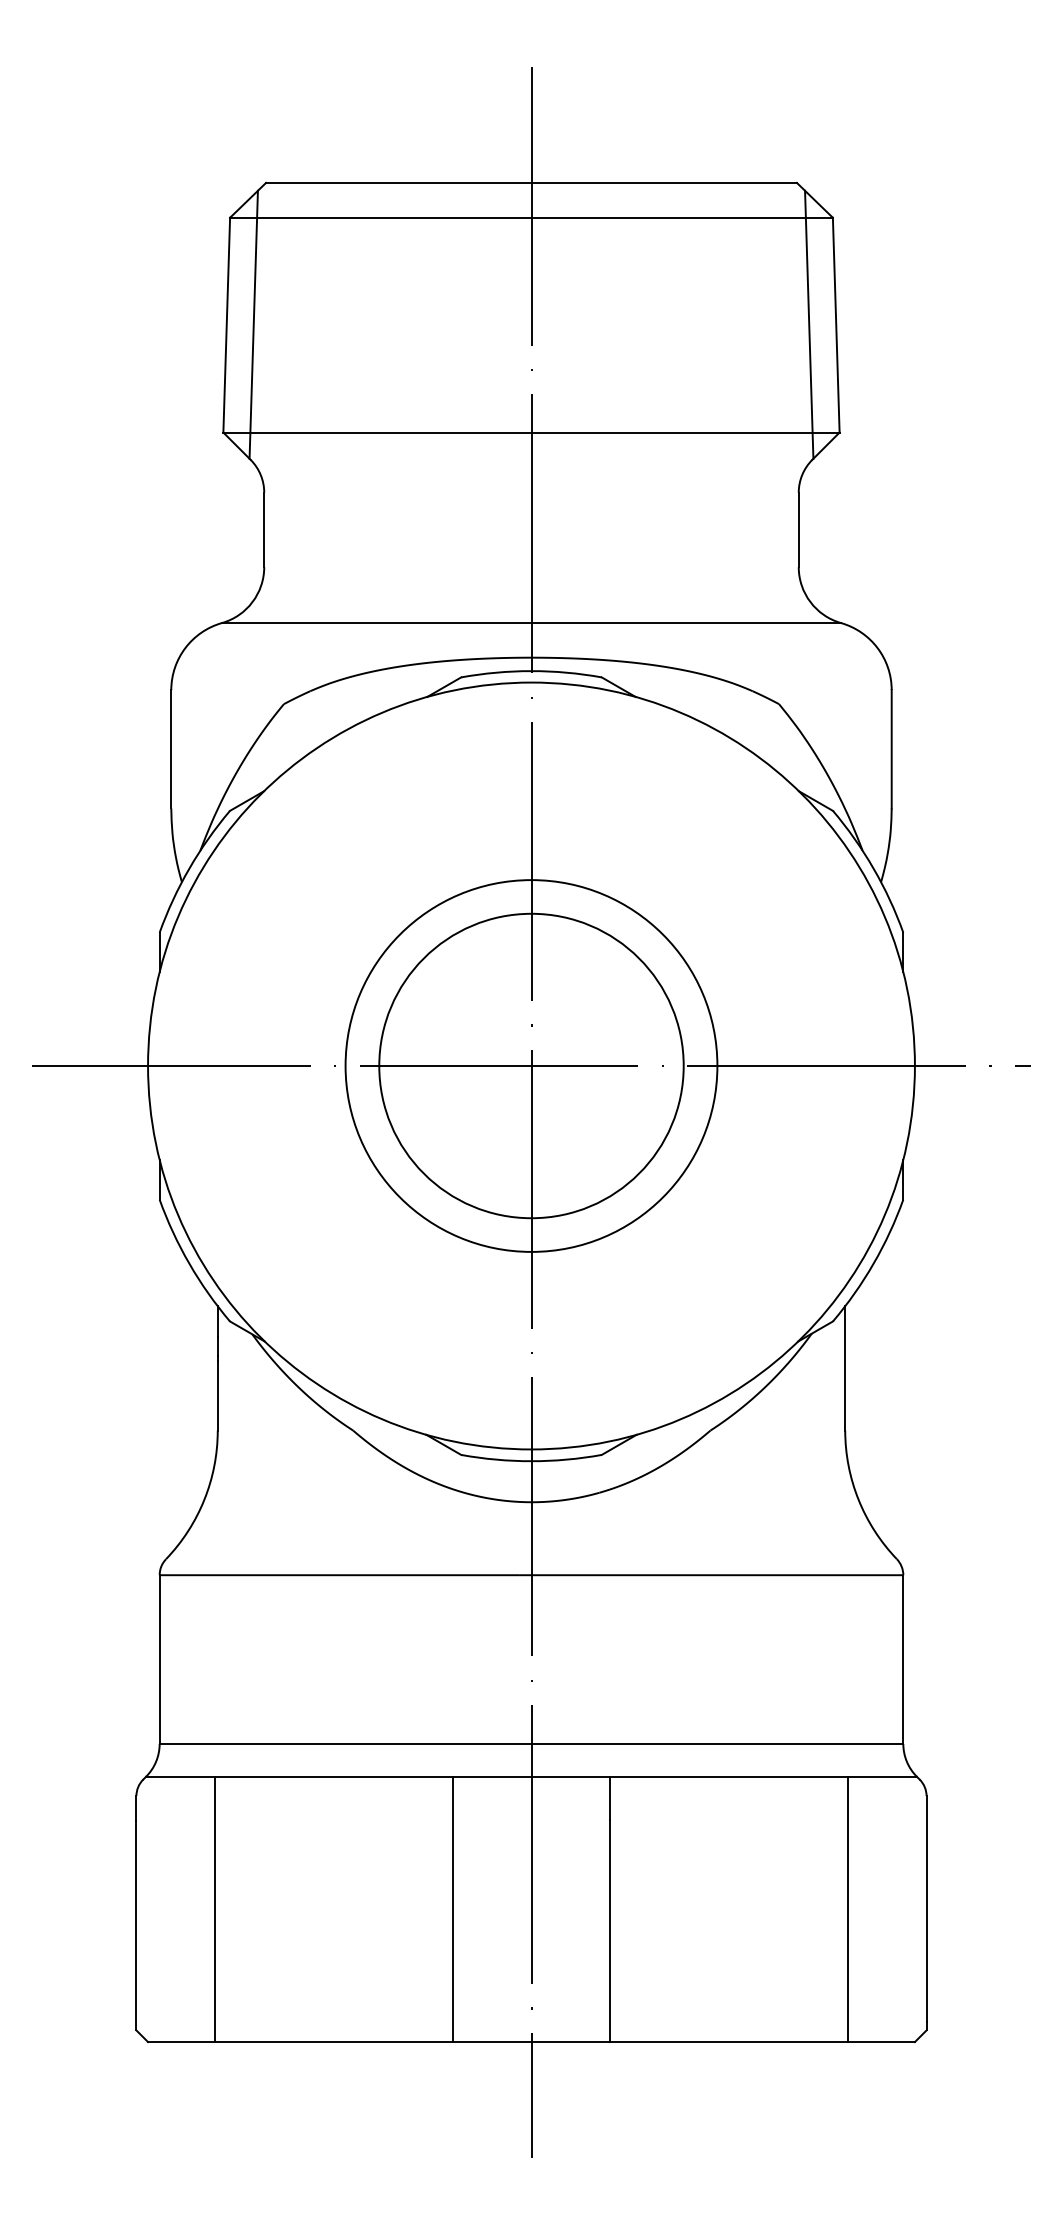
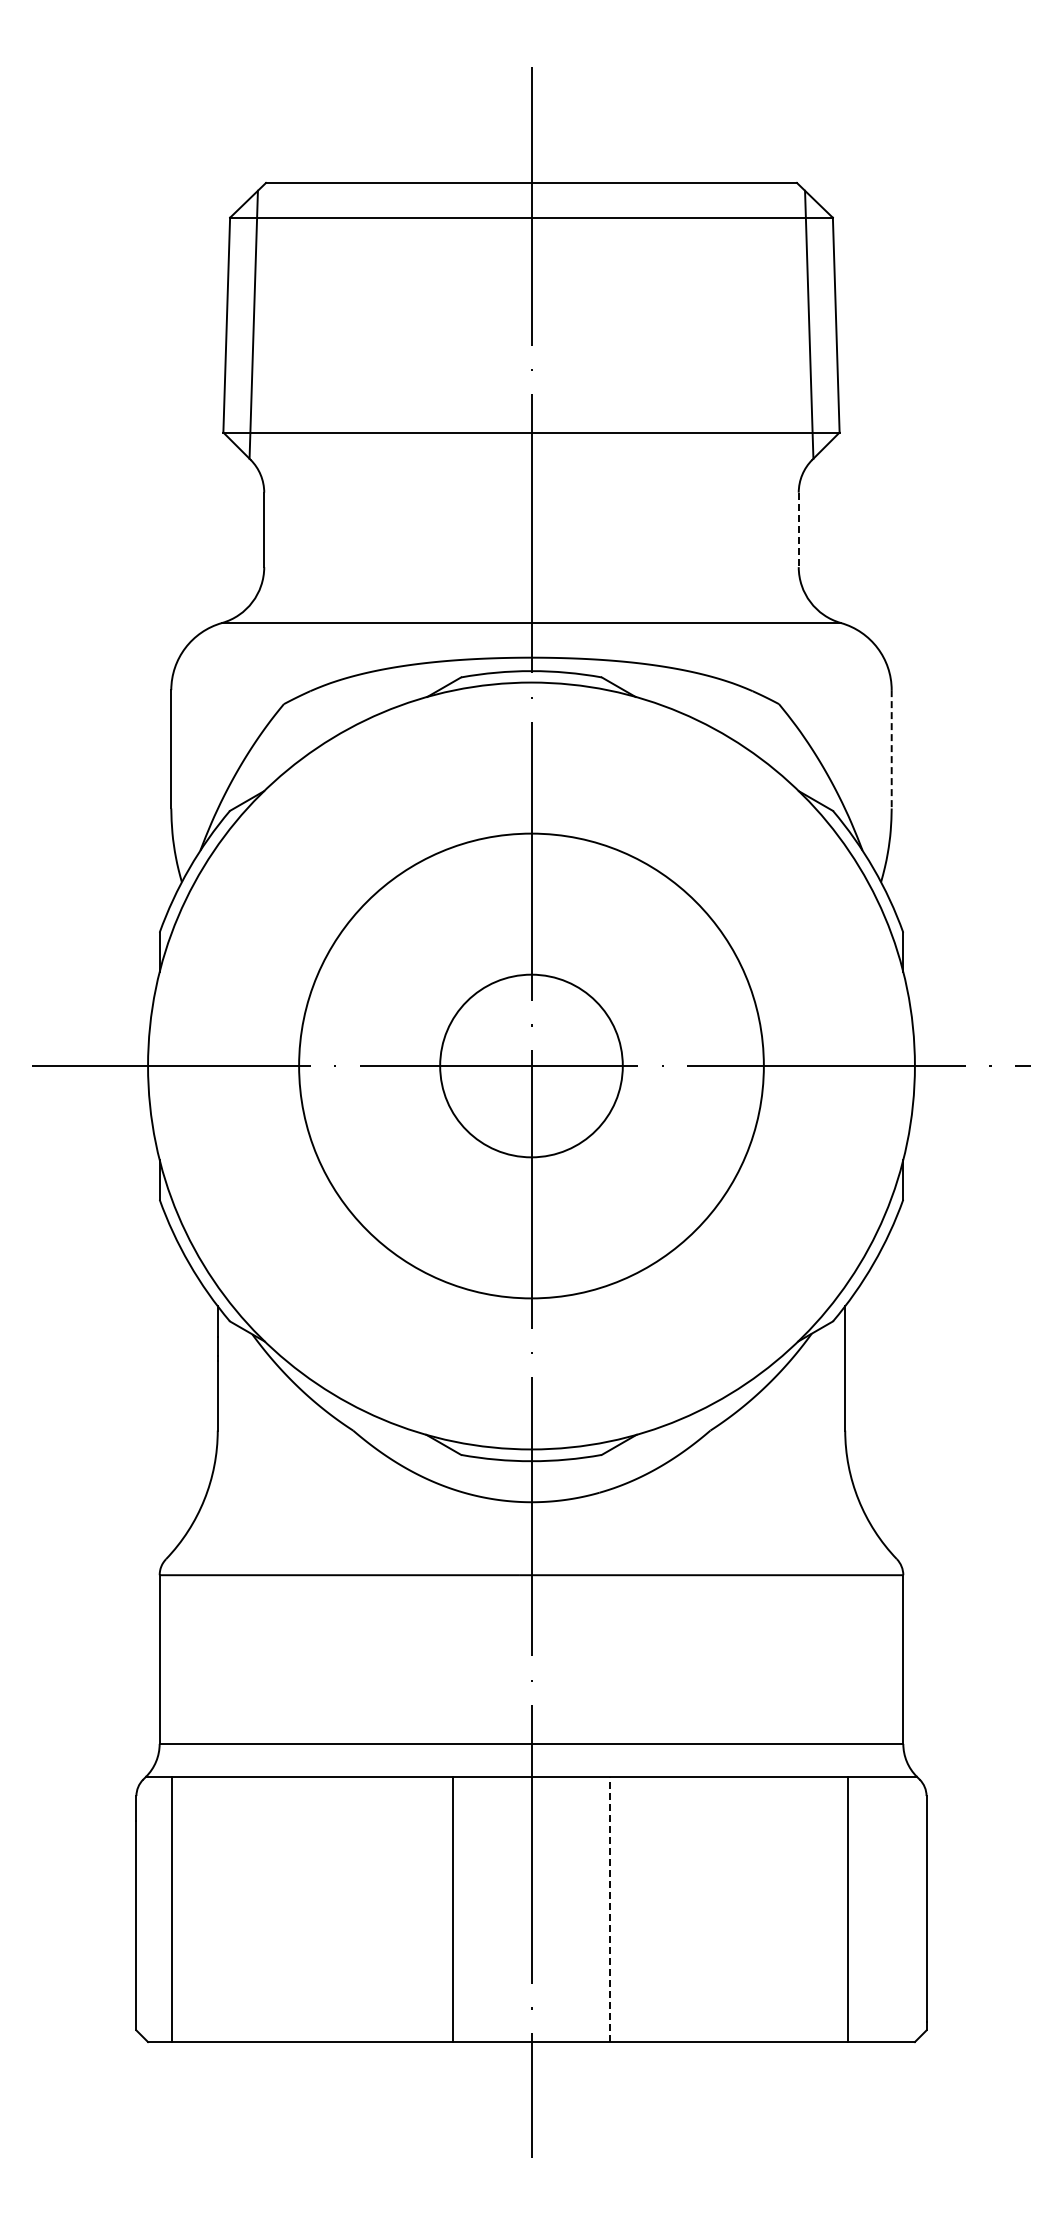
line at (798, 530): solid -> dashed
line at (891, 749): solid -> dashed
circle at (531, 1065) diameter: 304 px -> 183 px
circle at (531, 1065) diameter: 372 px -> 465 px
line at (214, 1909) position: (214, 1909) -> (171, 1909)
line at (609, 1909): solid -> dashed
